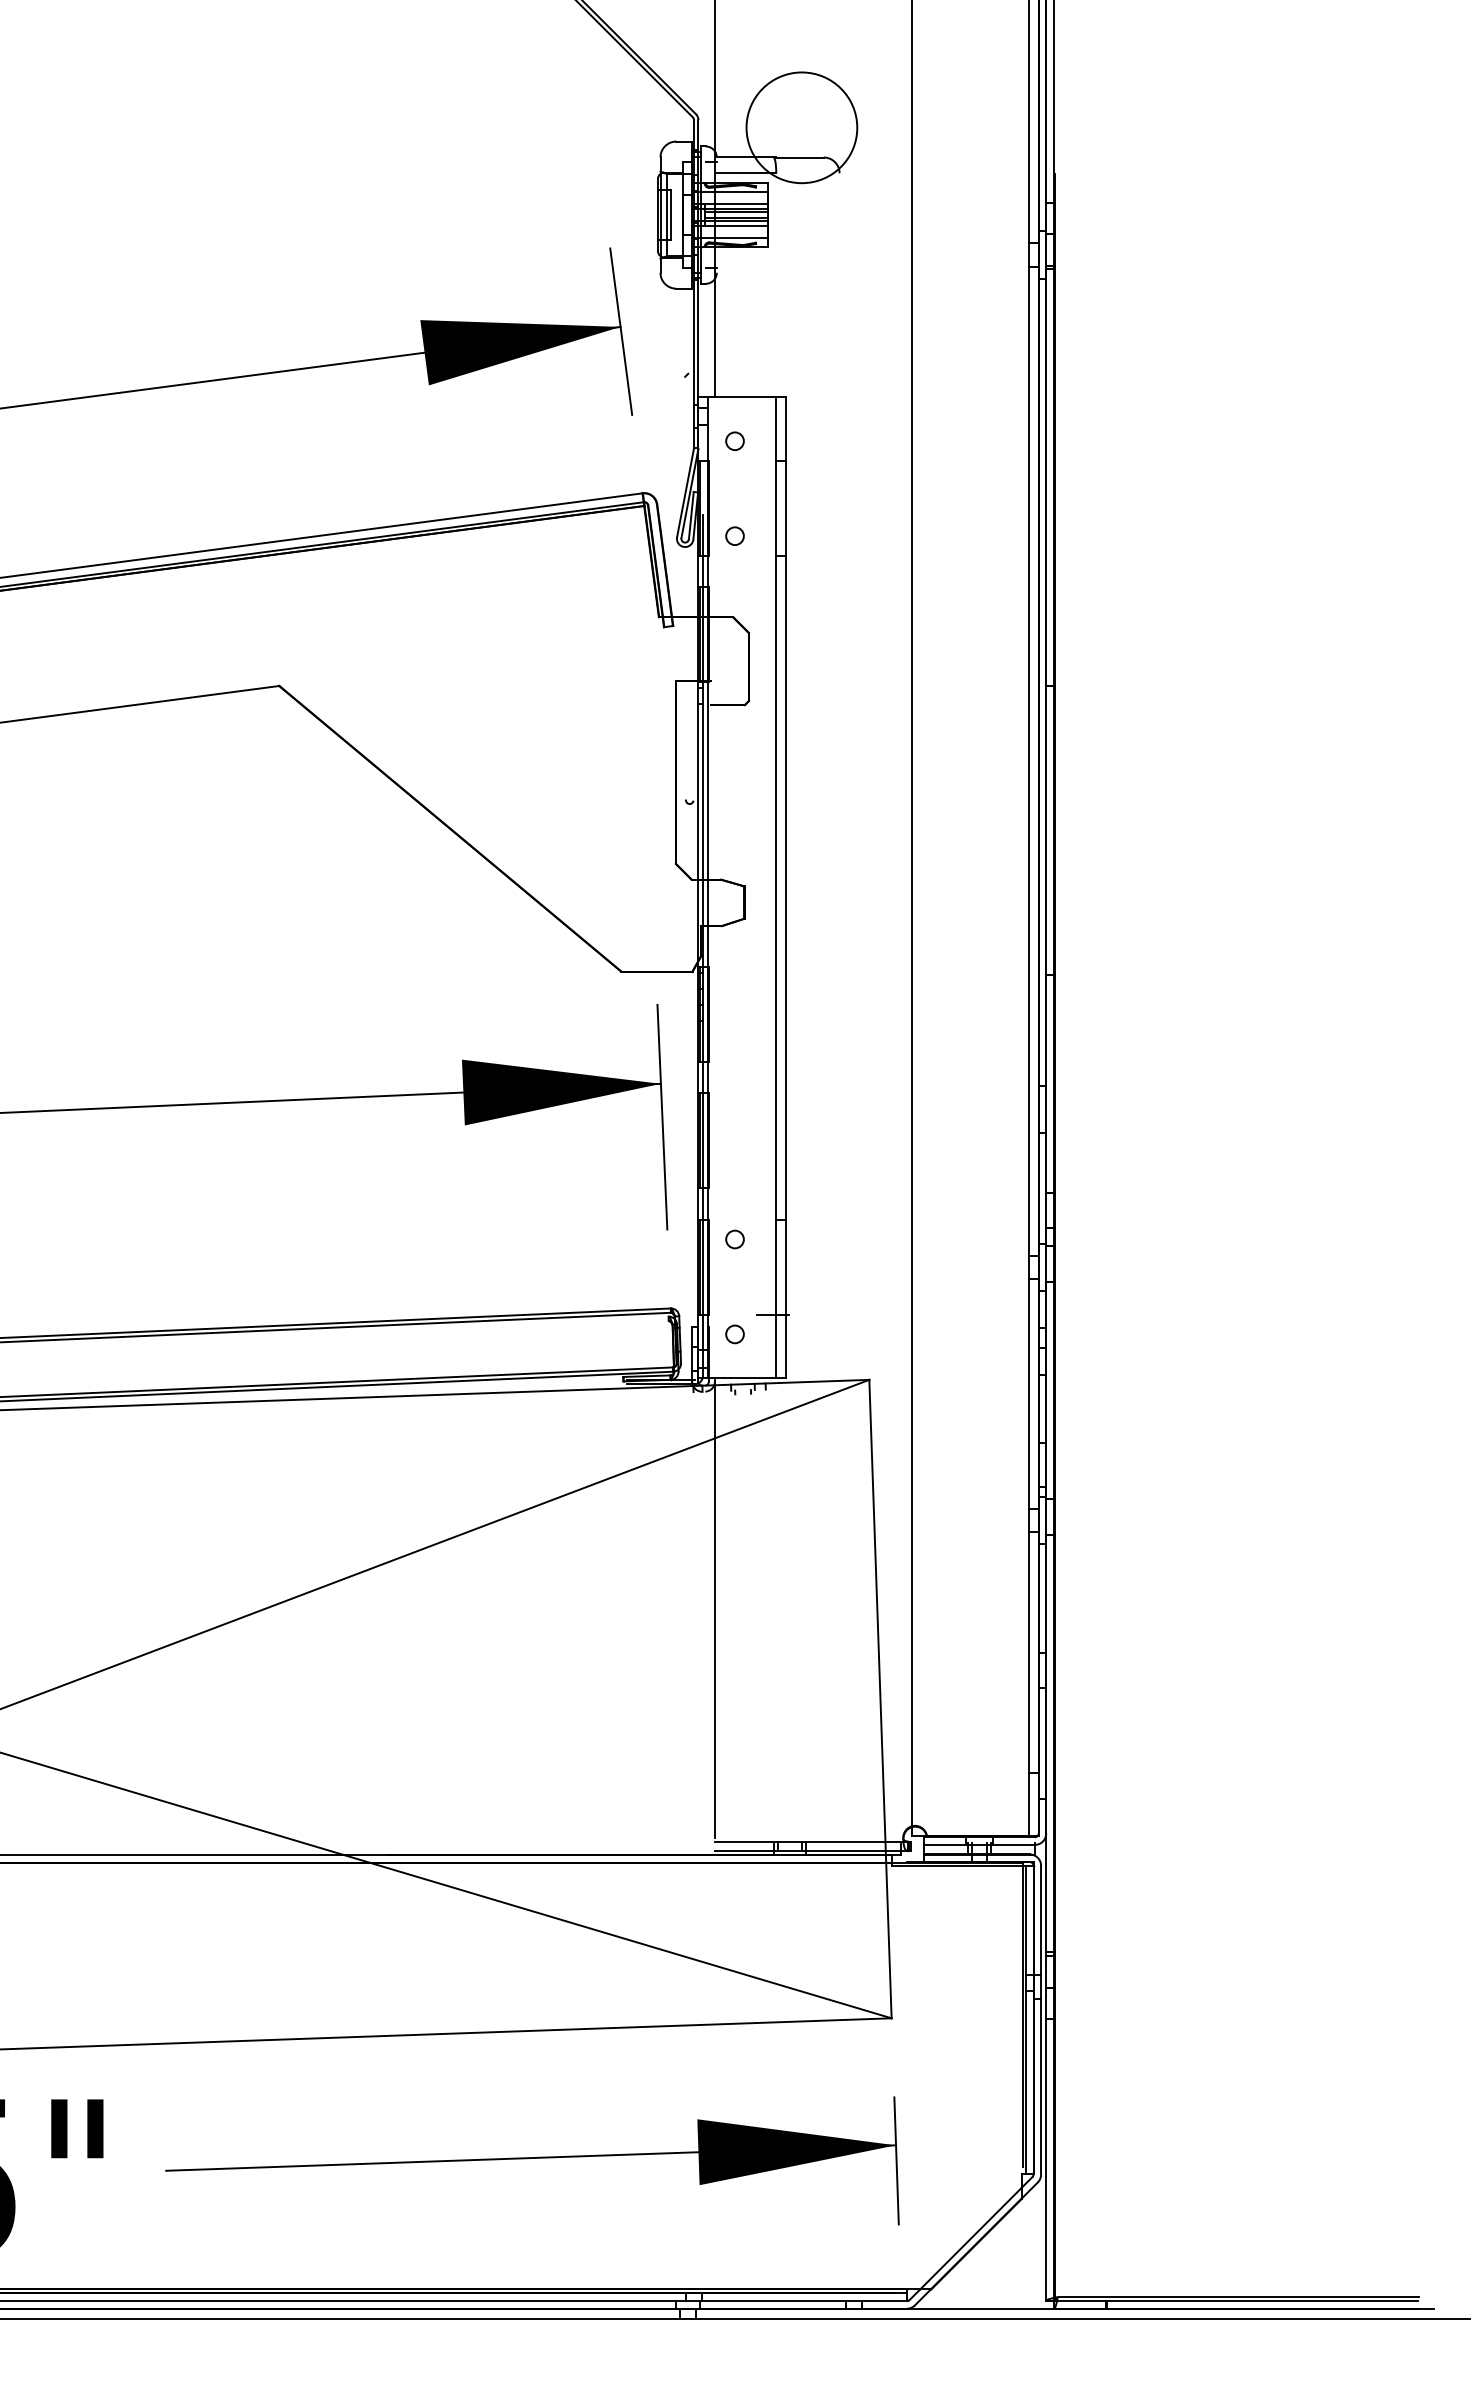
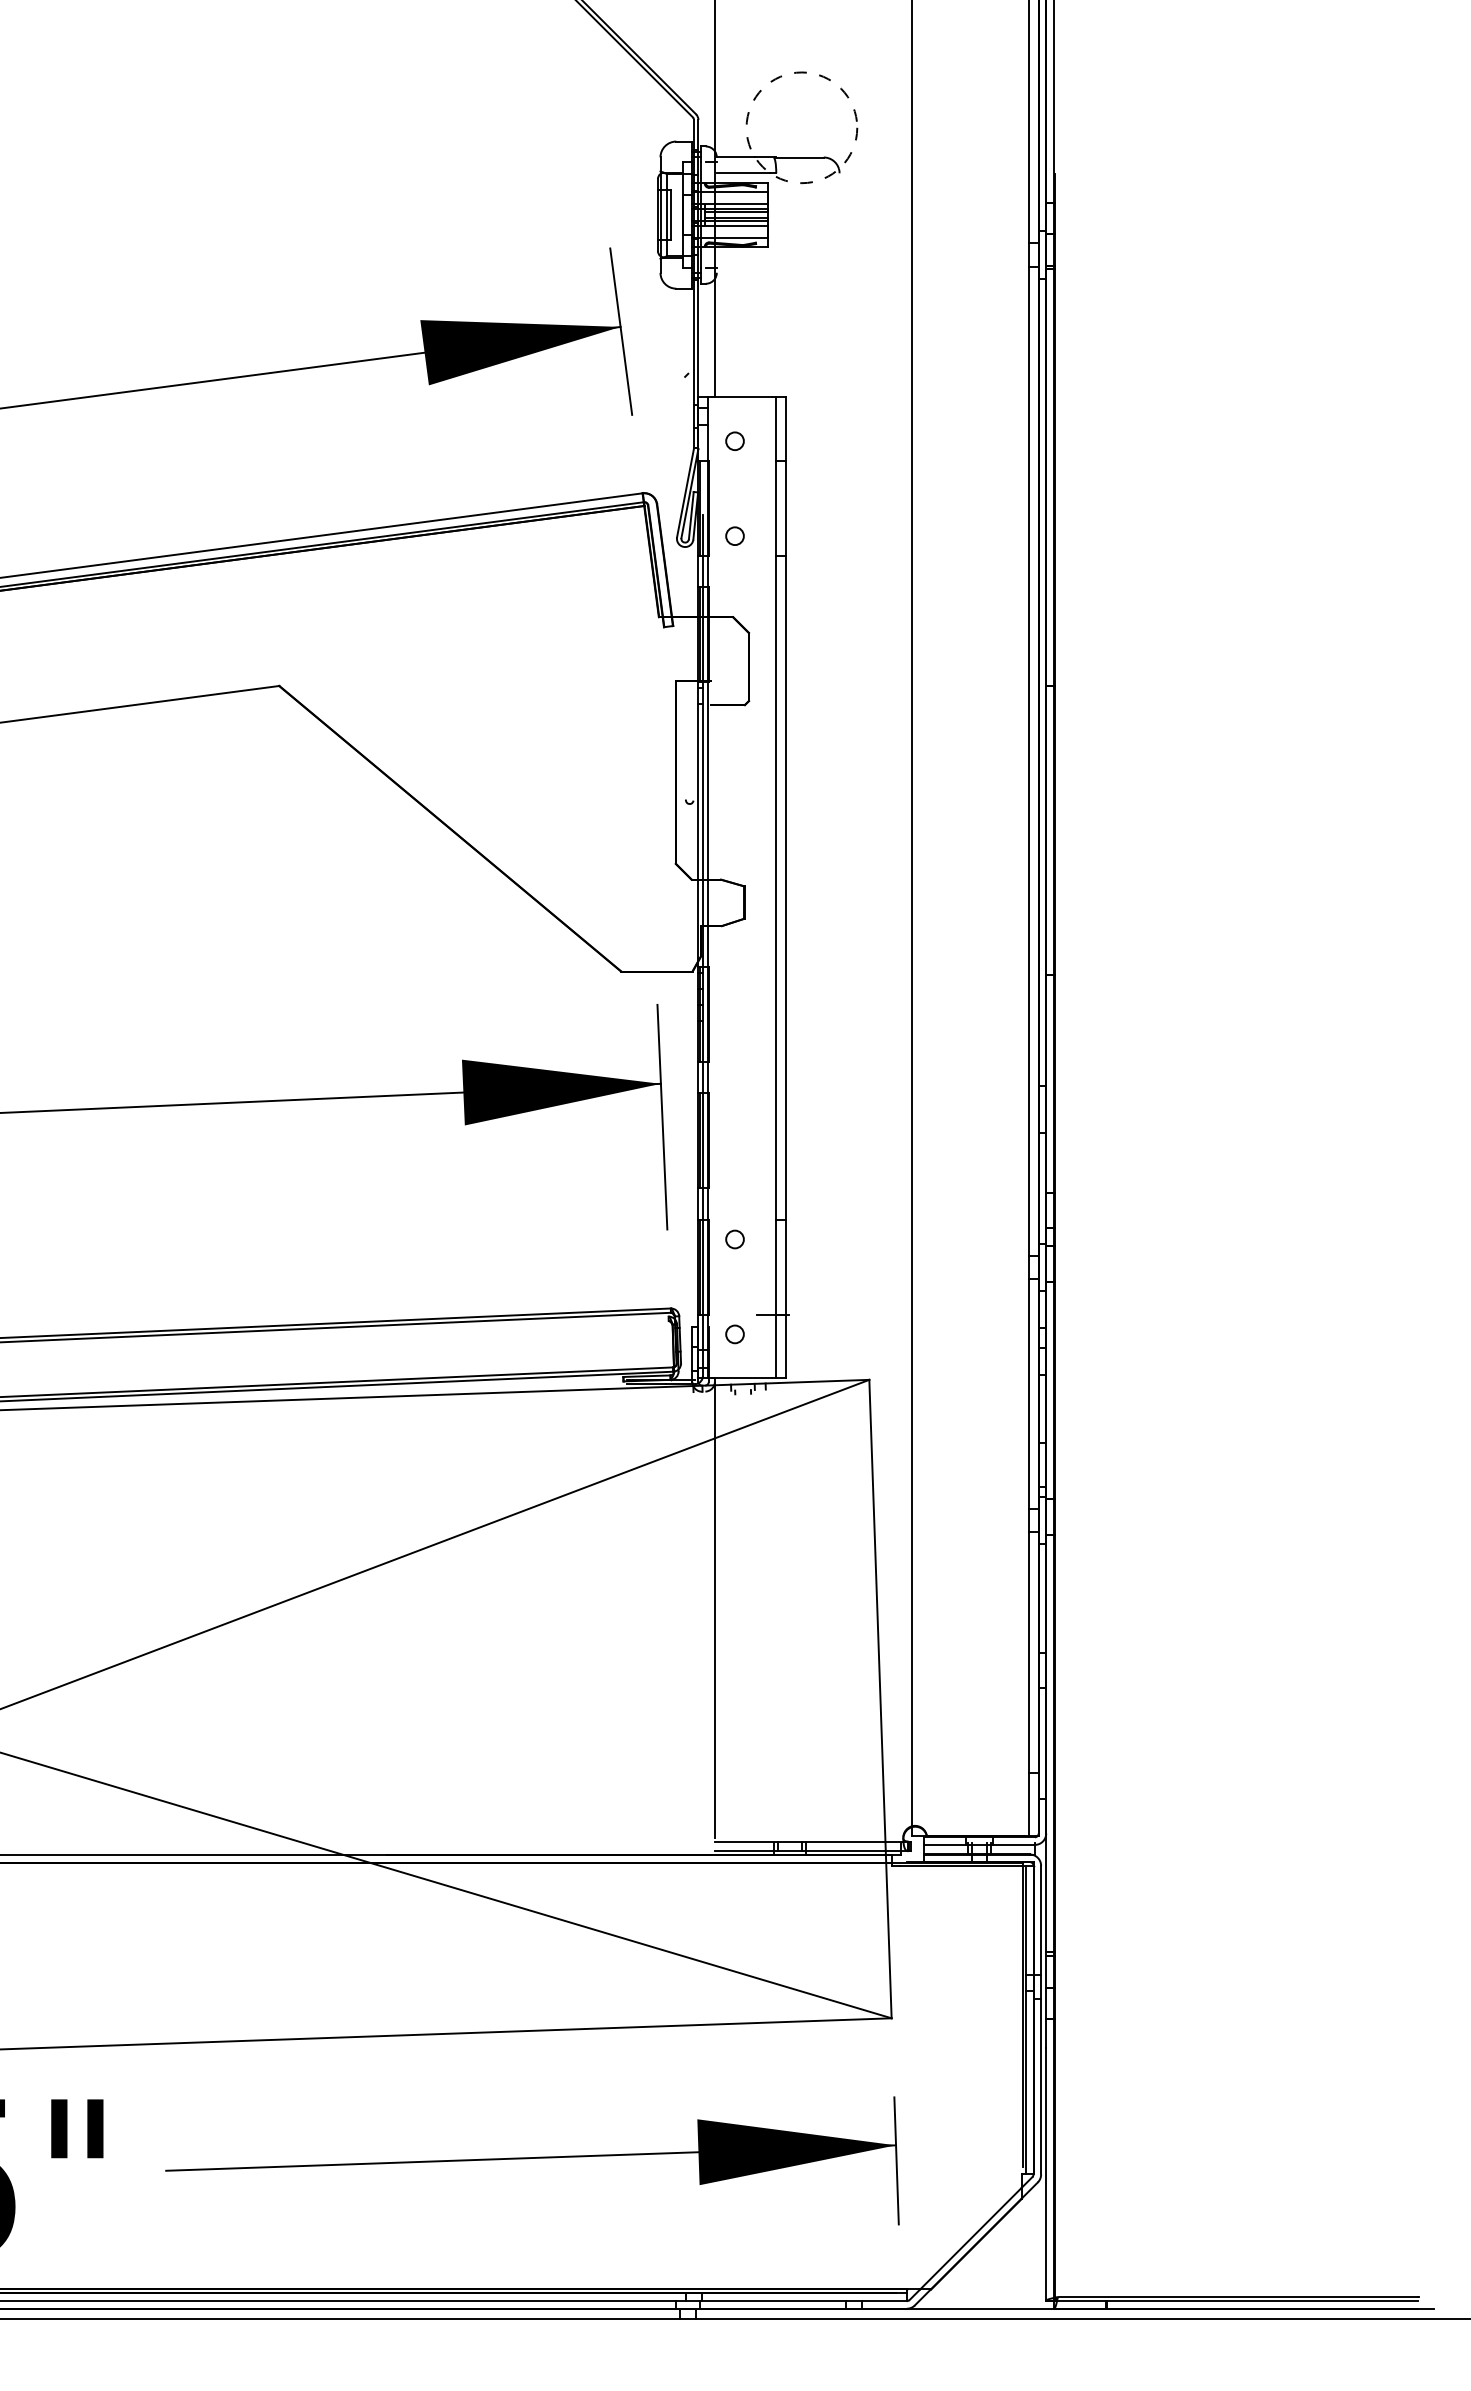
circle at (801, 127): solid -> dashed
